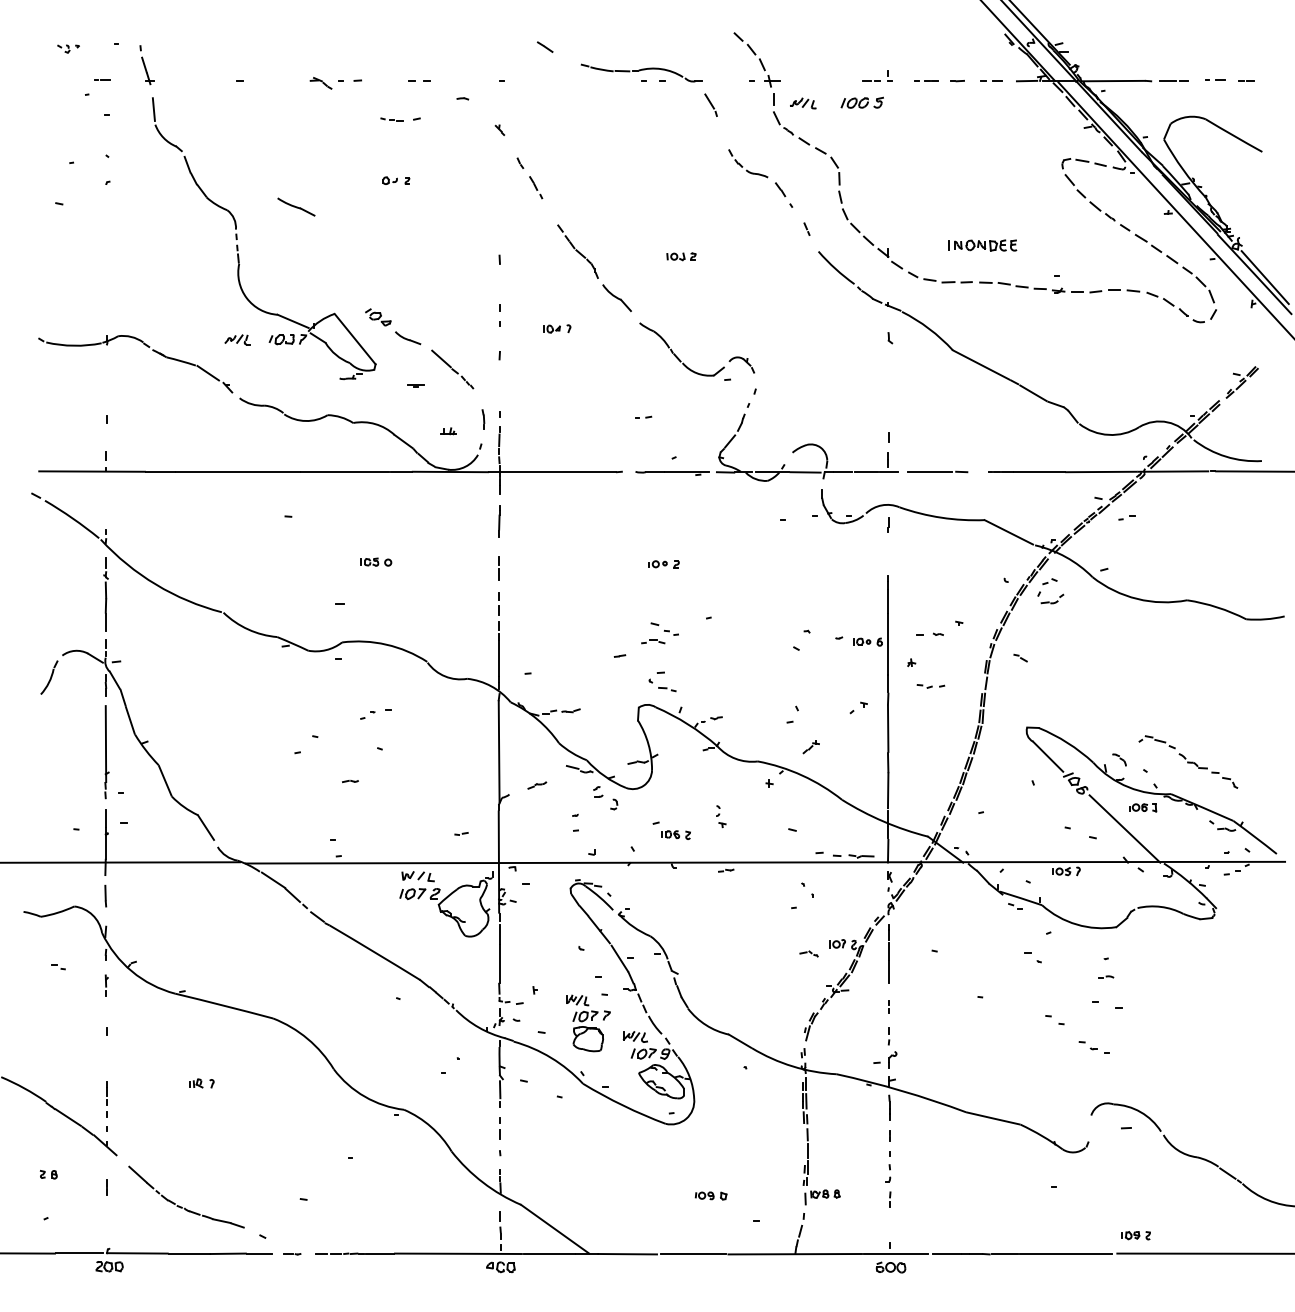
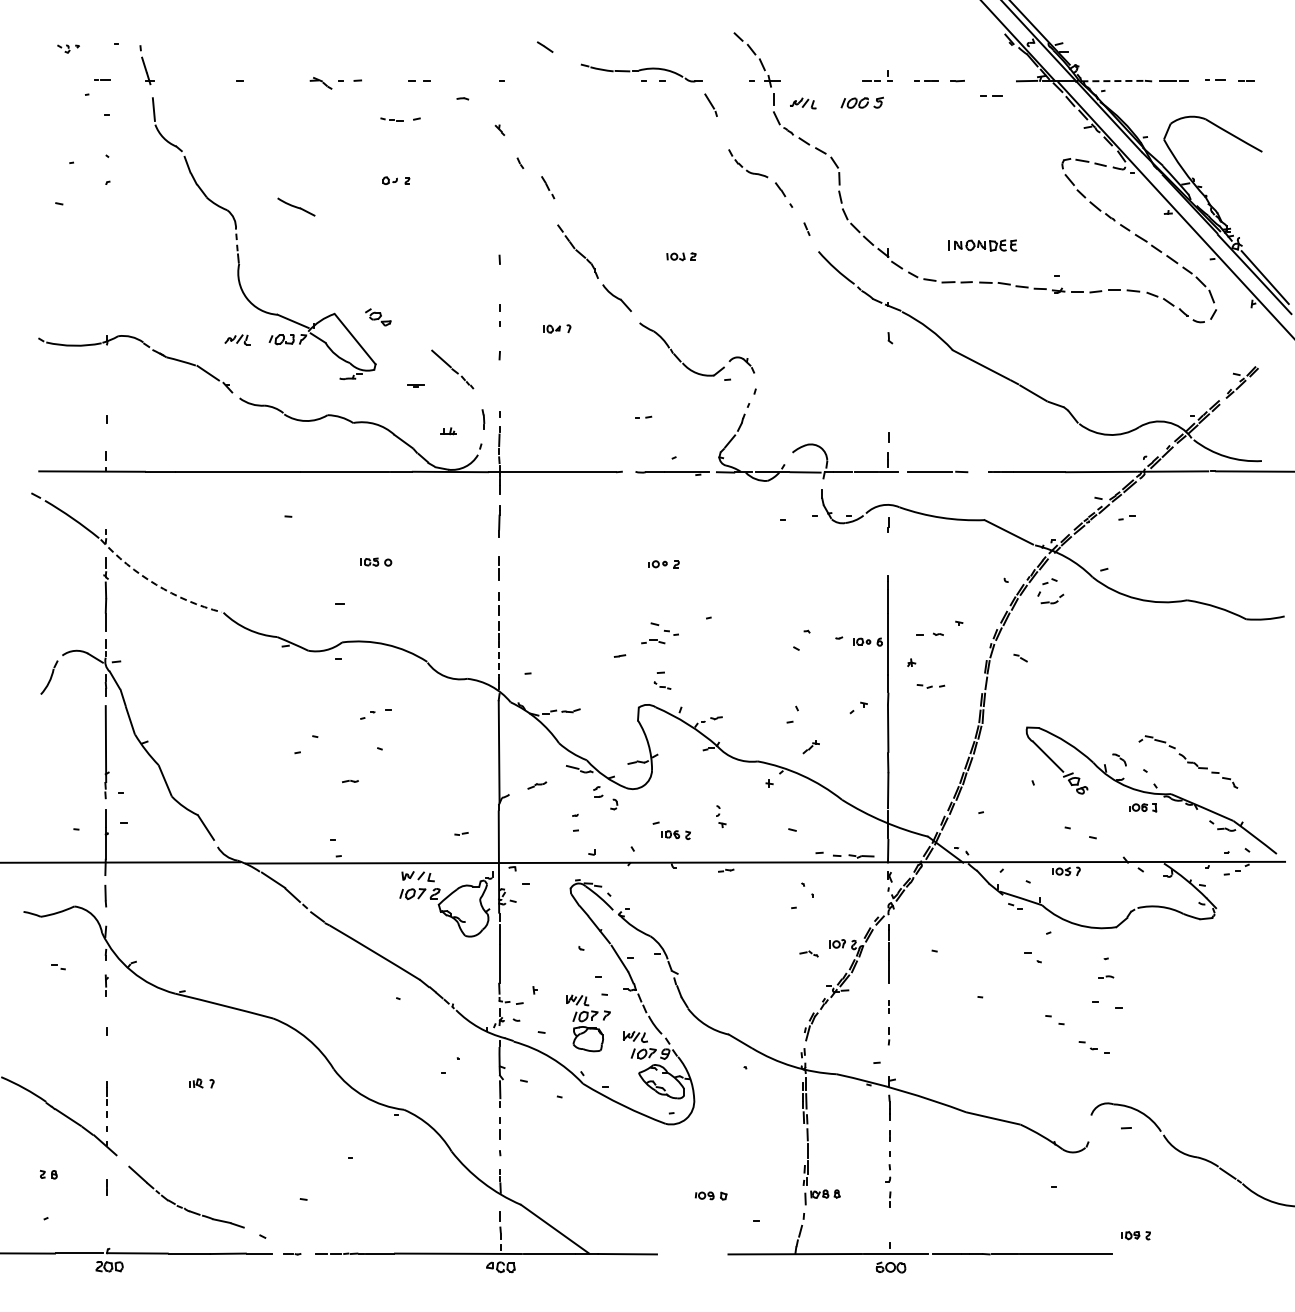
line at (992, 80) position: (992, 80) -> (992, 95)
line at (1112, 81): solid -> dashed
line at (536, 187) position: (536, 187) -> (548, 187)
part at (408, 338): present -> none
arc at (156, 584): solid -> dashed
line at (499, 659): solid -> dashed
part at (662, 685) size: 29x15 px -> 19x9 px
line at (1124, 828): present -> none
part at (892, 1059): present -> none
line at (1204, 1253): present -> none
line at (693, 1254): present -> none
